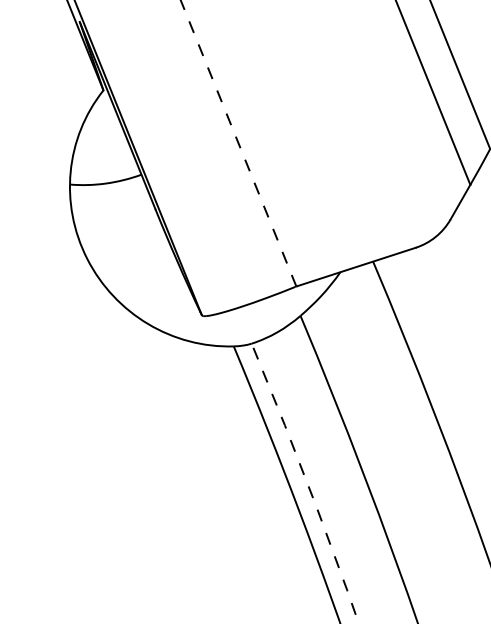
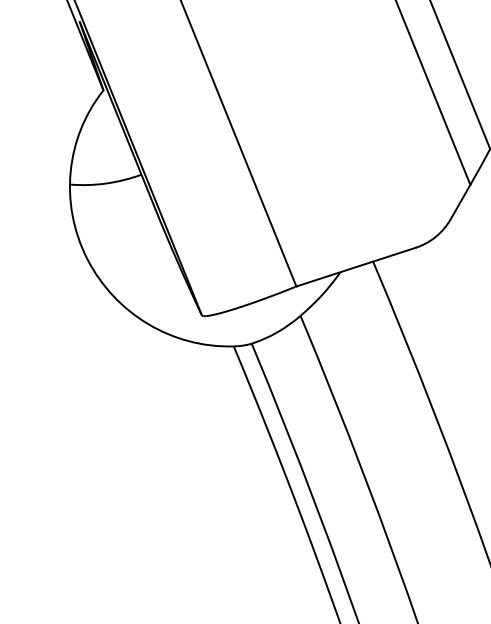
line at (238, 143): dashed -> solid
arc at (307, 482): dashed -> solid
